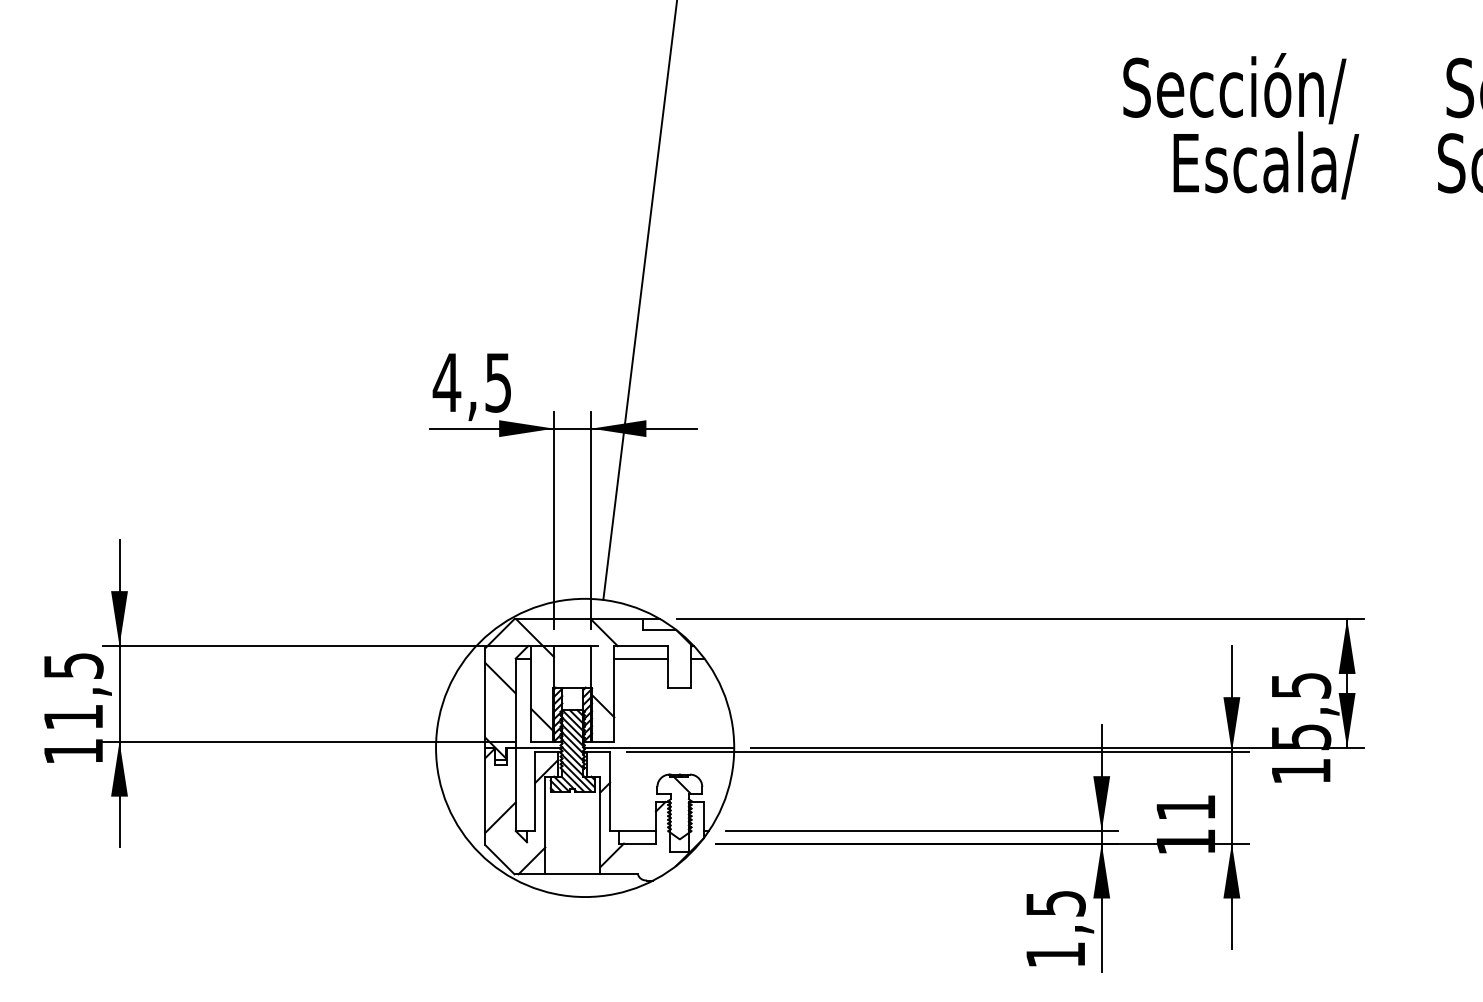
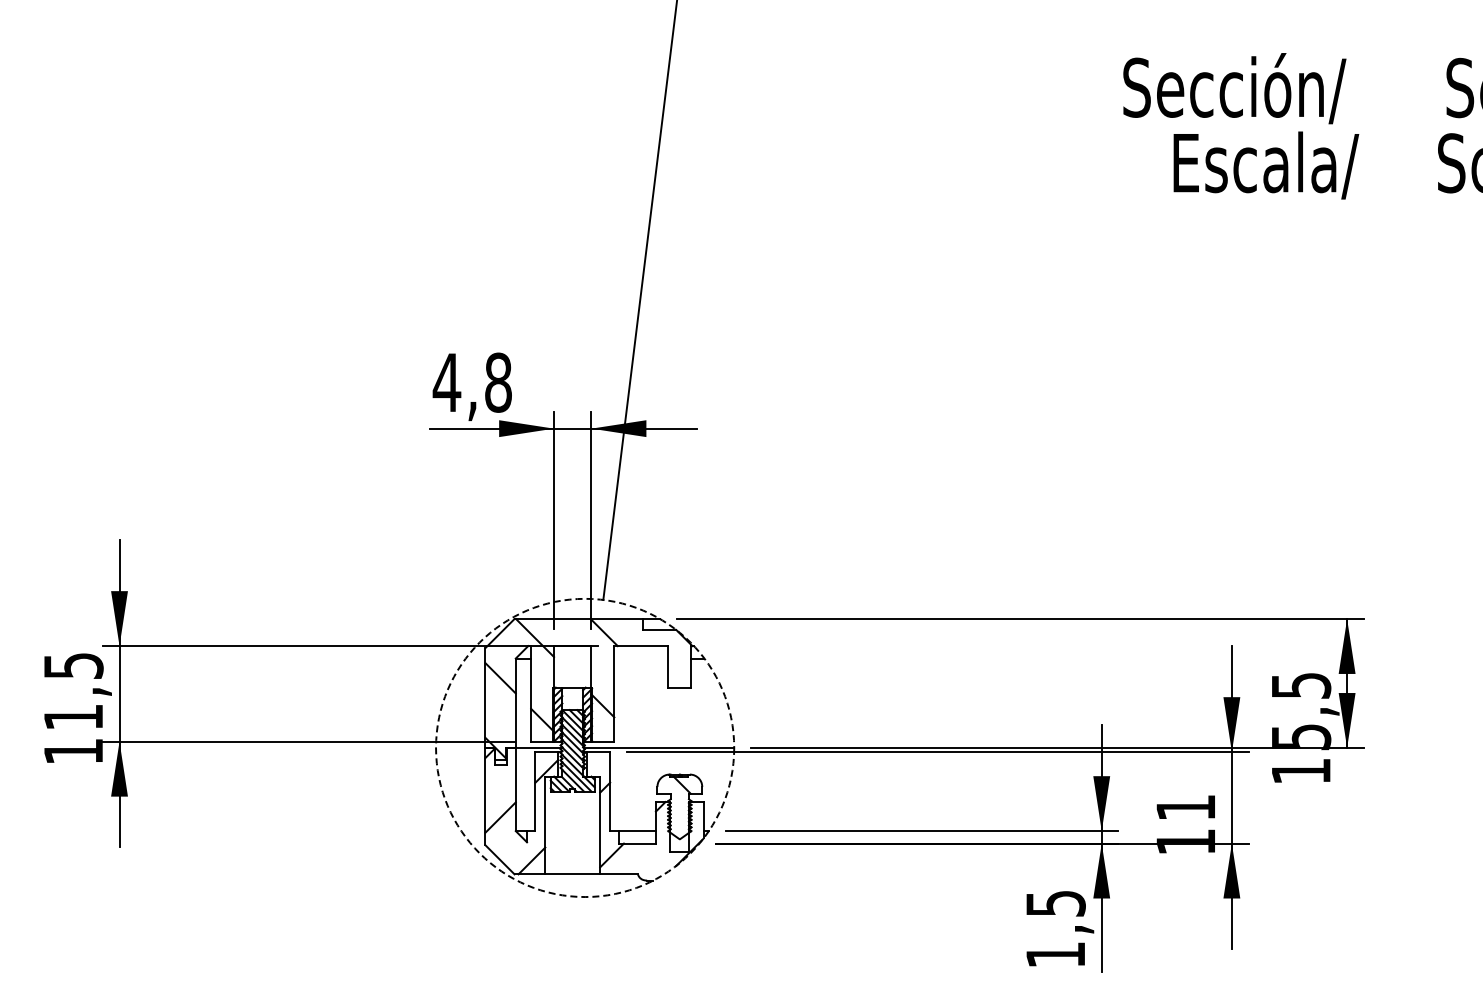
text at (498, 382): 4,5 -> 4,8
line at (641, 658): present -> none
circle at (585, 747): solid -> dashed
